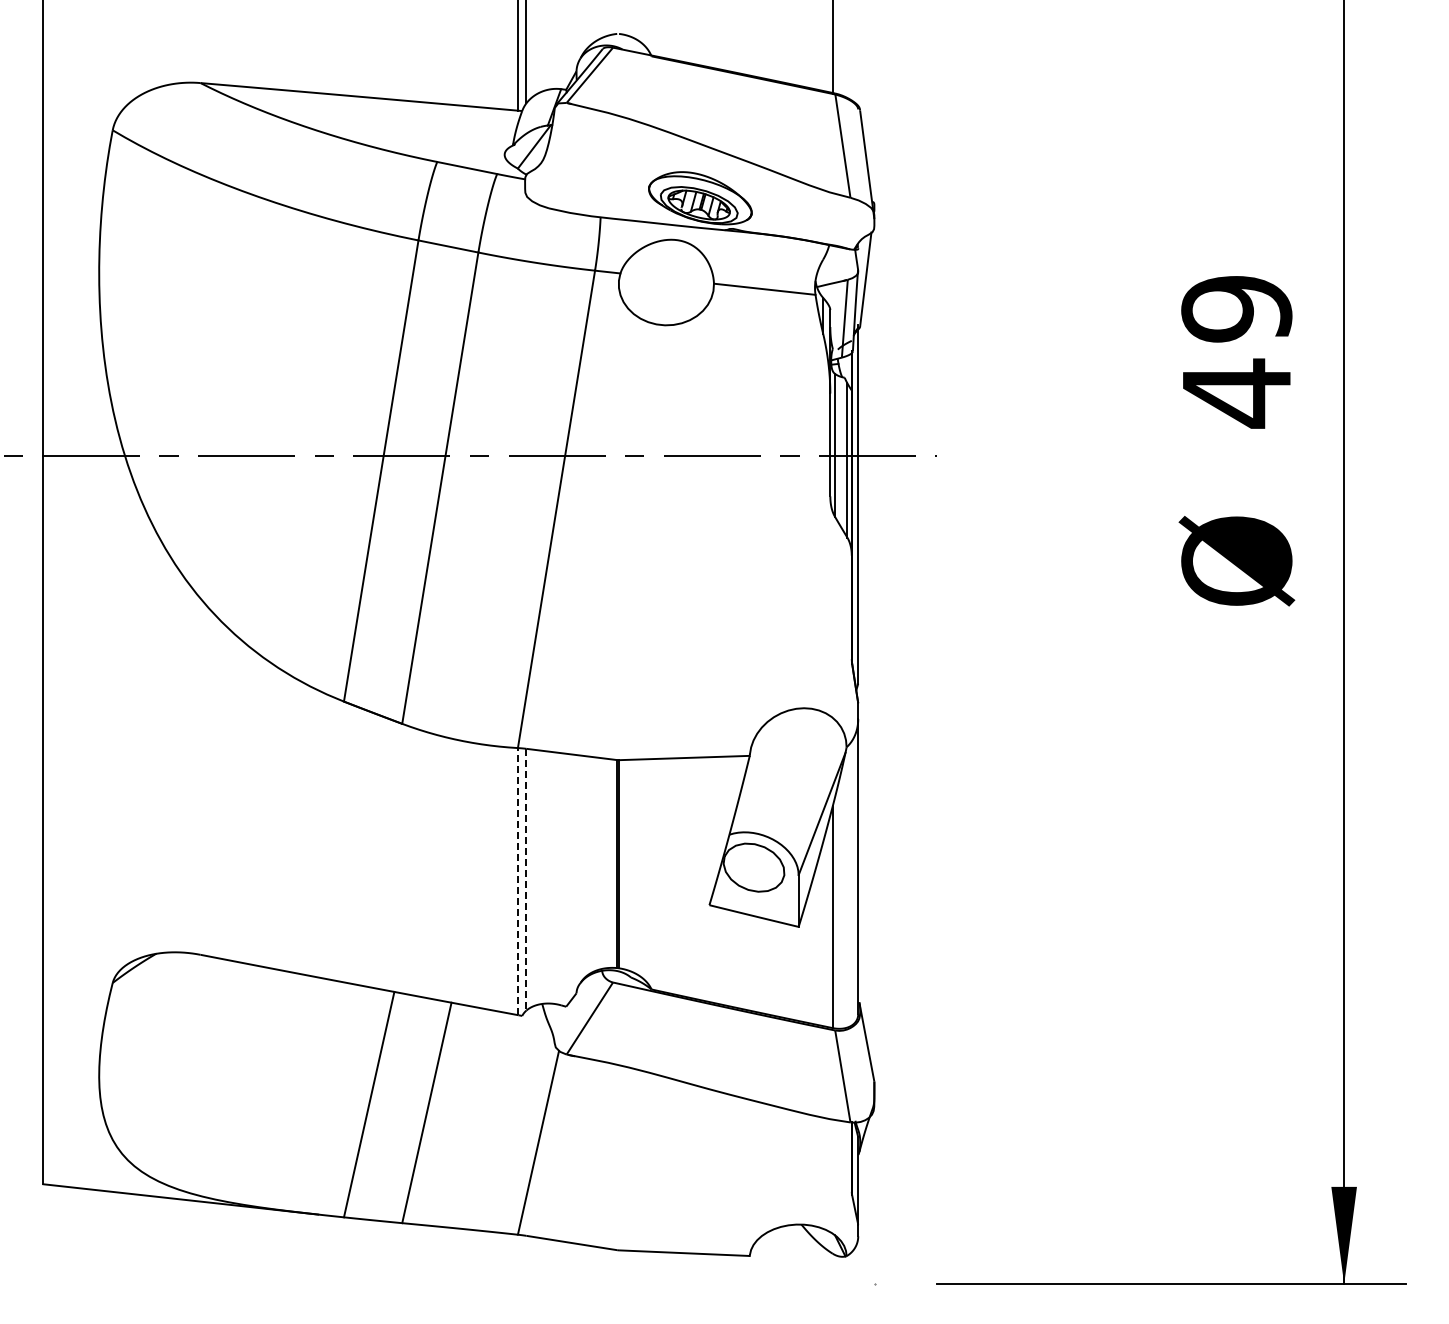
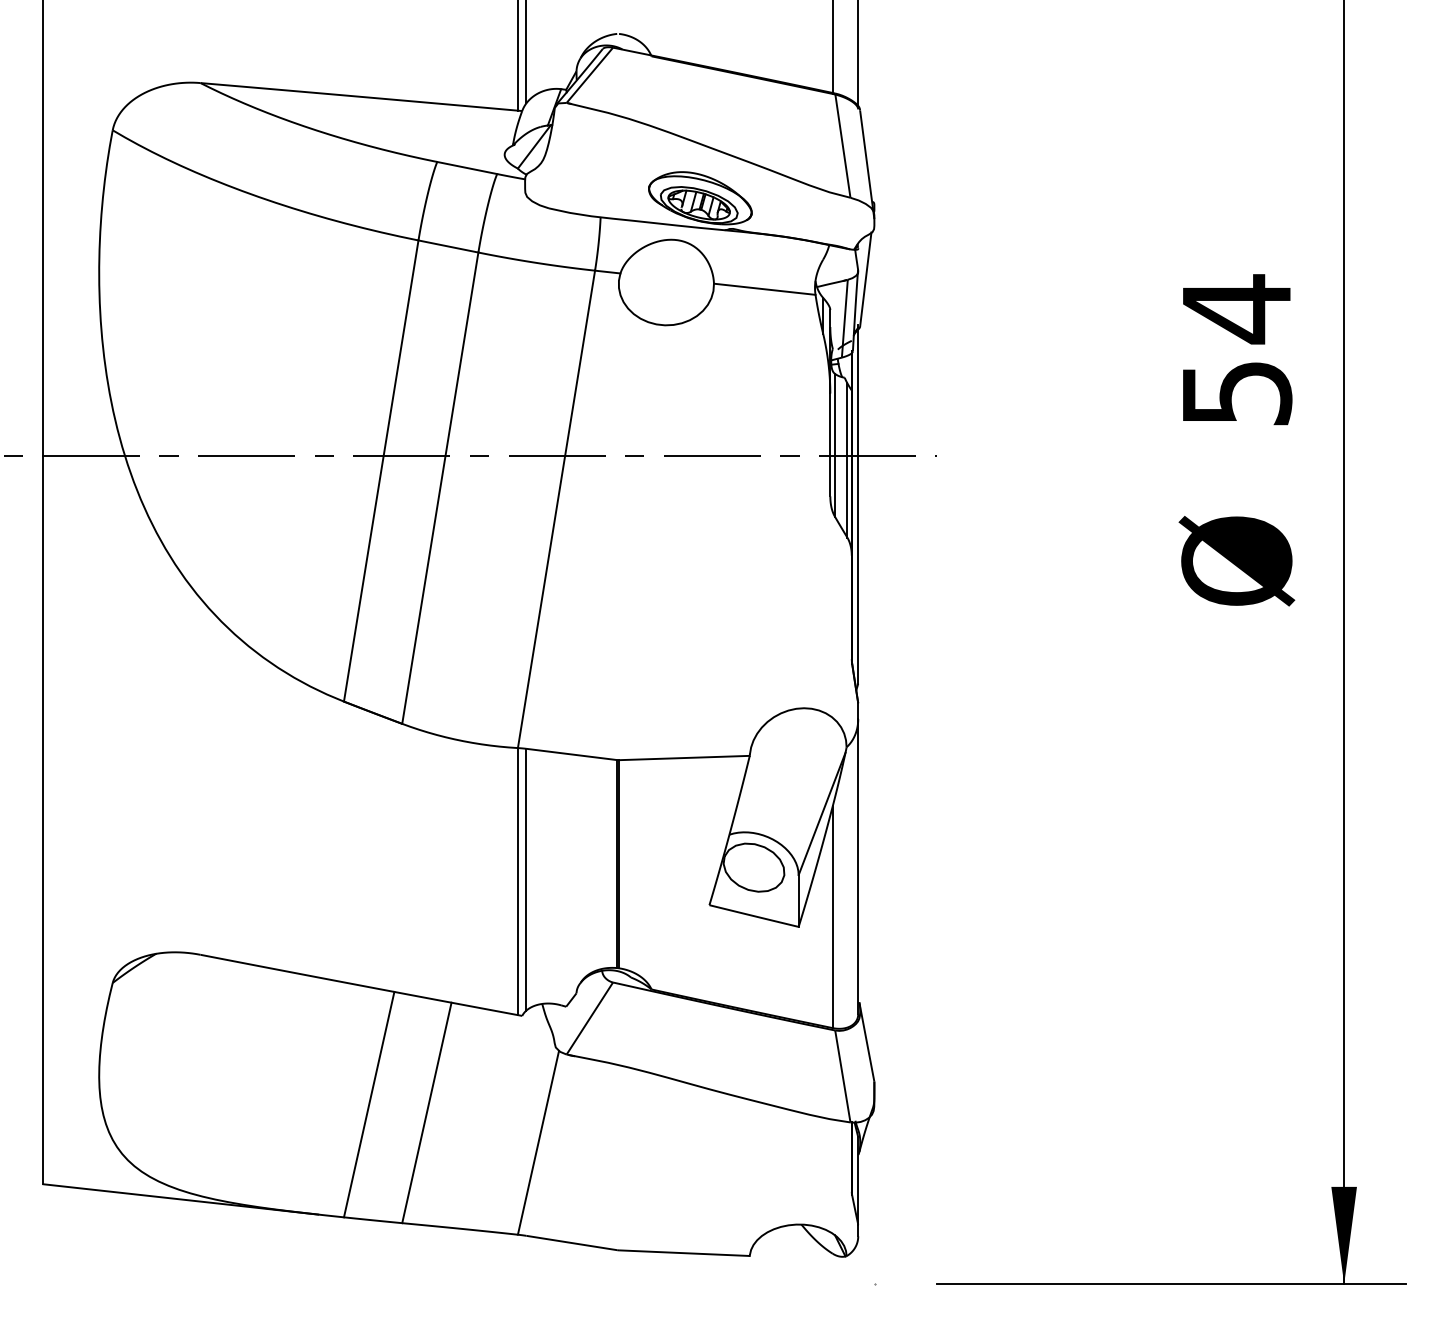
line at (858, 54): none -> present
text at (1236, 351): 49 -> 54
line at (526, 879): dashed -> solid
line at (518, 881): dashed -> solid
